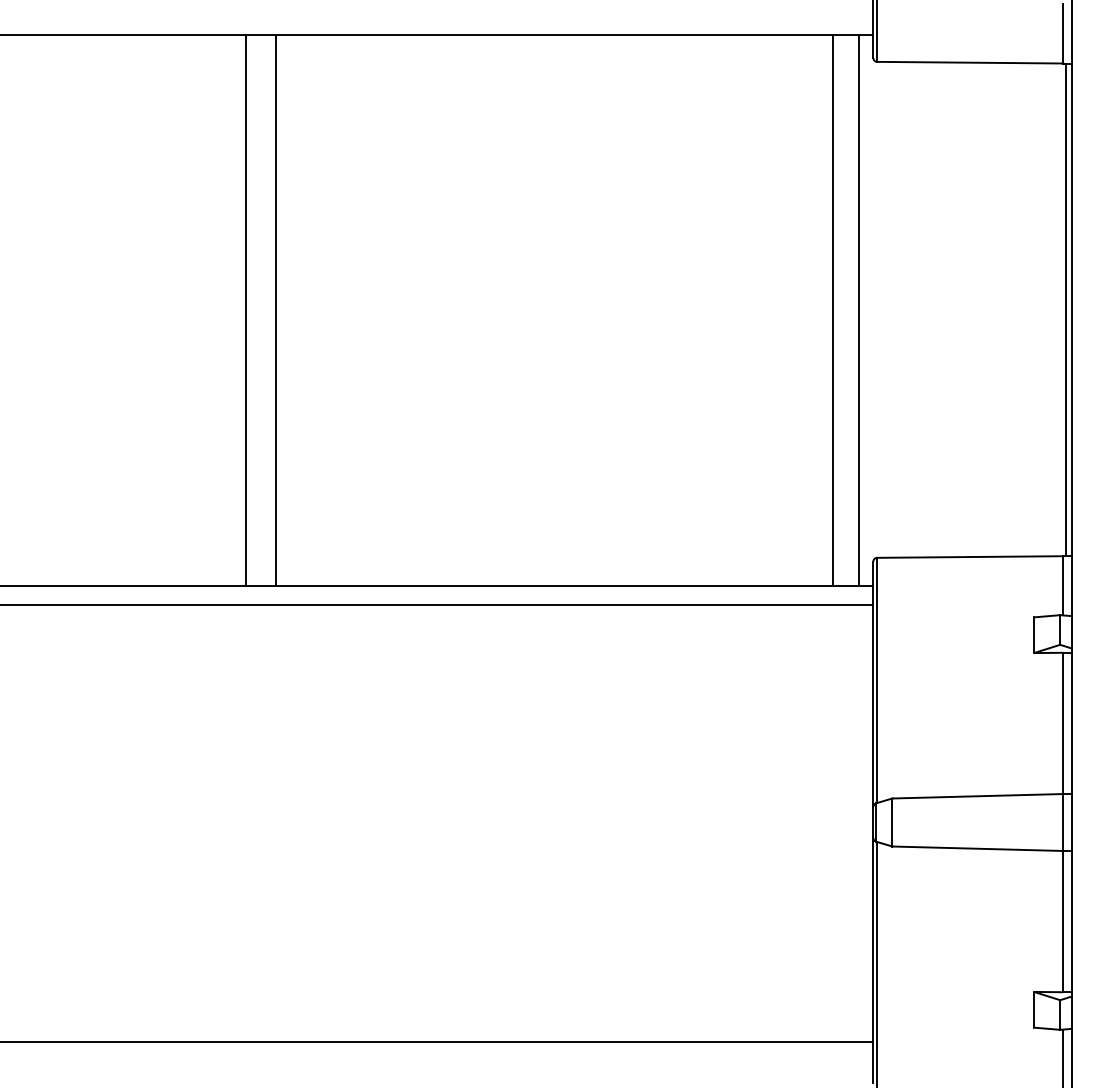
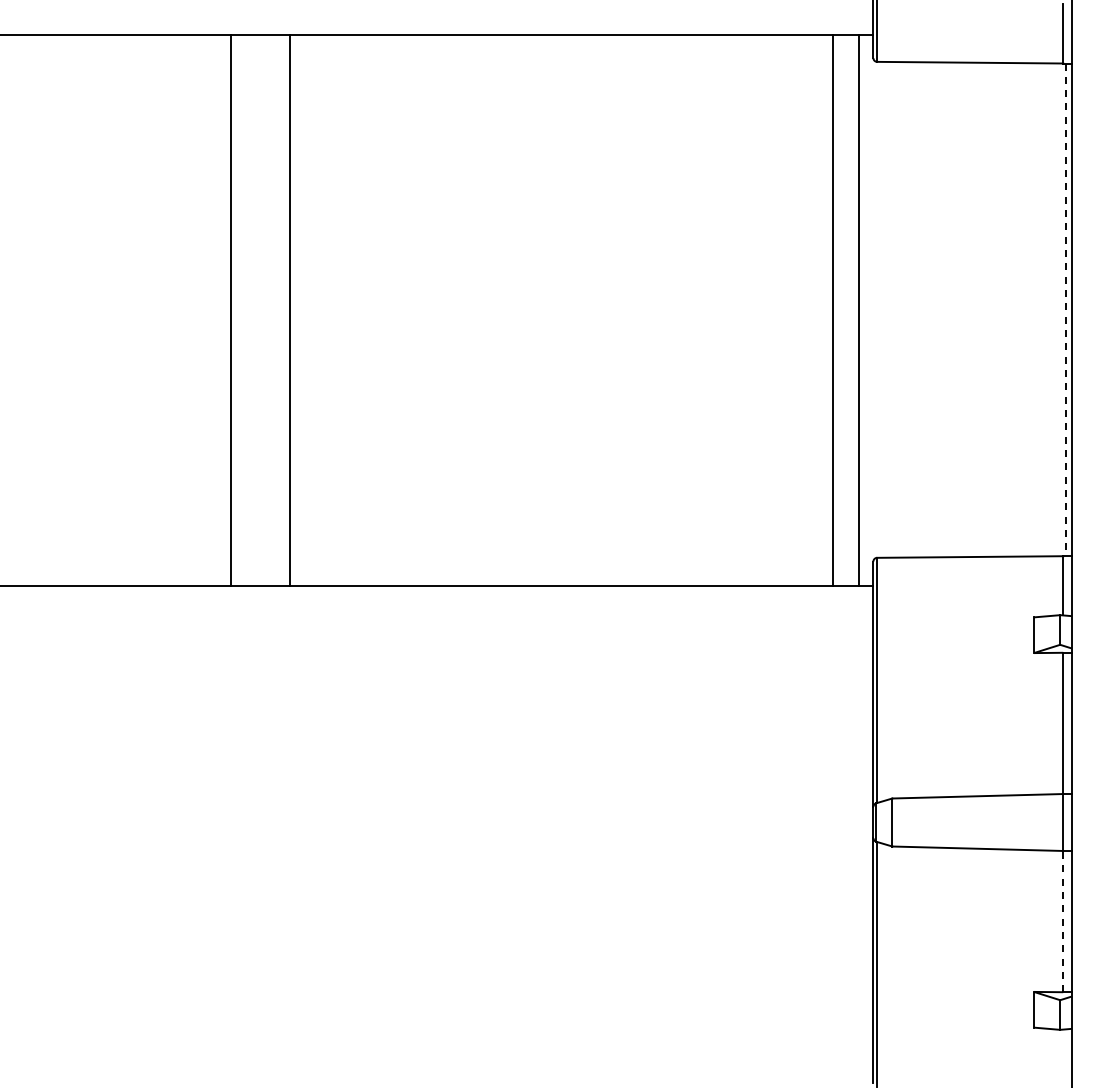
line at (245, 310) position: (245, 310) -> (230, 310)
line at (276, 310) position: (276, 310) -> (290, 310)
line at (1065, 310): solid -> dashed
line at (437, 605): present -> none
line at (1063, 921): solid -> dashed
line at (437, 1041): present -> none
line at (1063, 1056): present -> none
